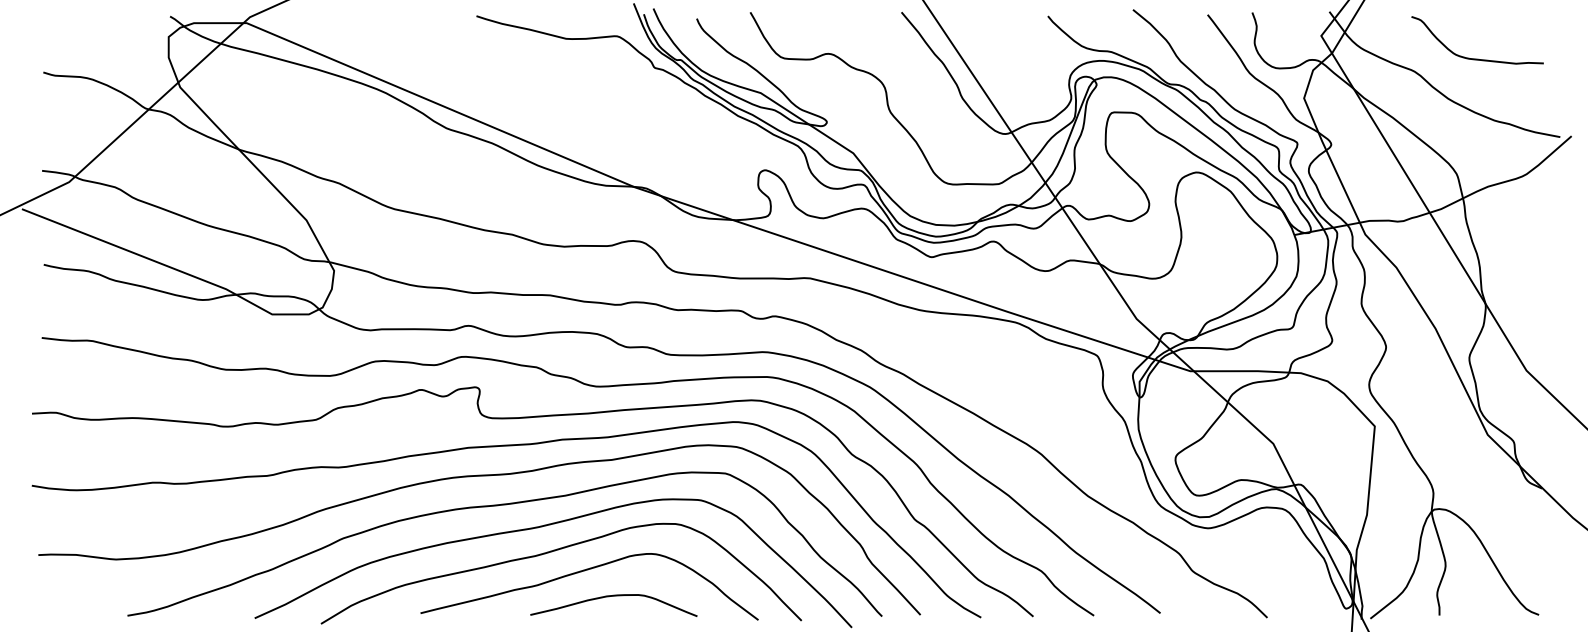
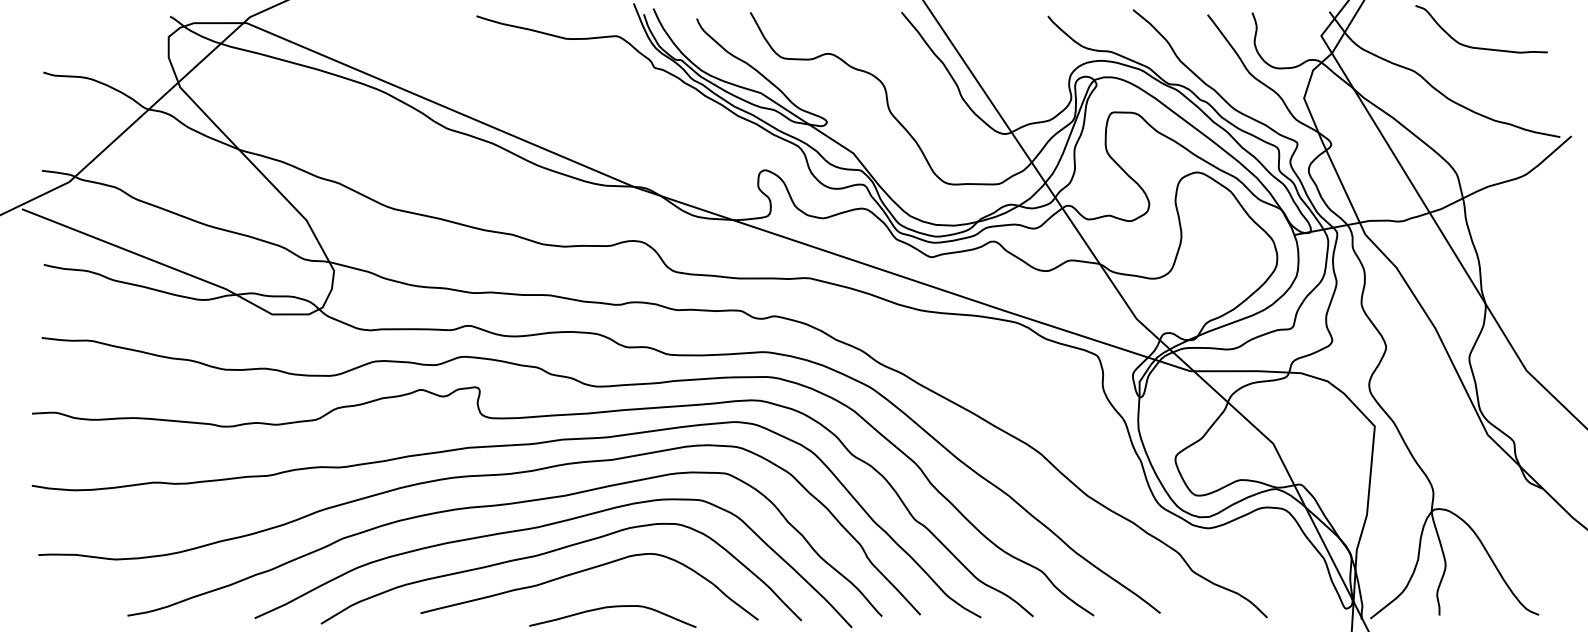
curve at (1477, 58) position: (1477, 58) -> (1481, 47)
curve at (613, 596) position: (613, 596) -> (612, 607)
